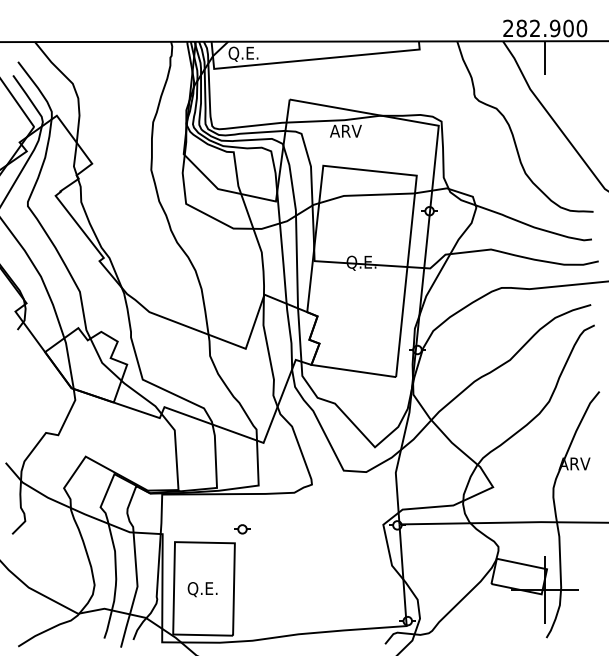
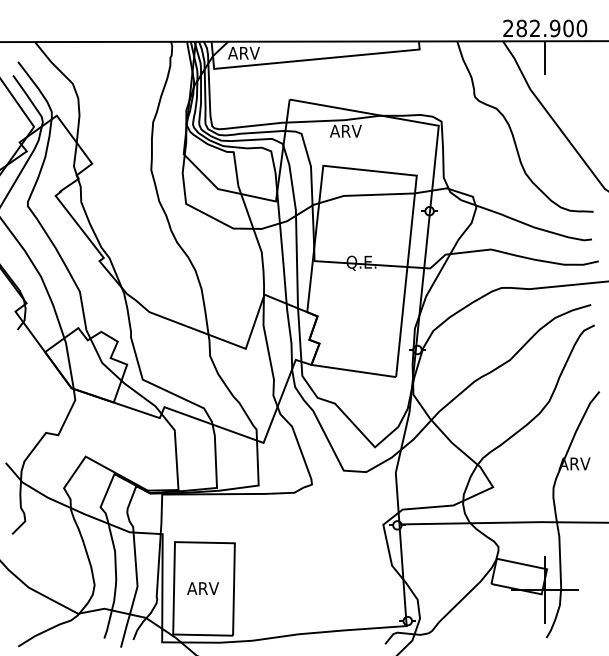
text at (243, 53): Q.E. -> ARV
part at (242, 529): present -> none
text at (202, 589): Q.E. -> ARV
